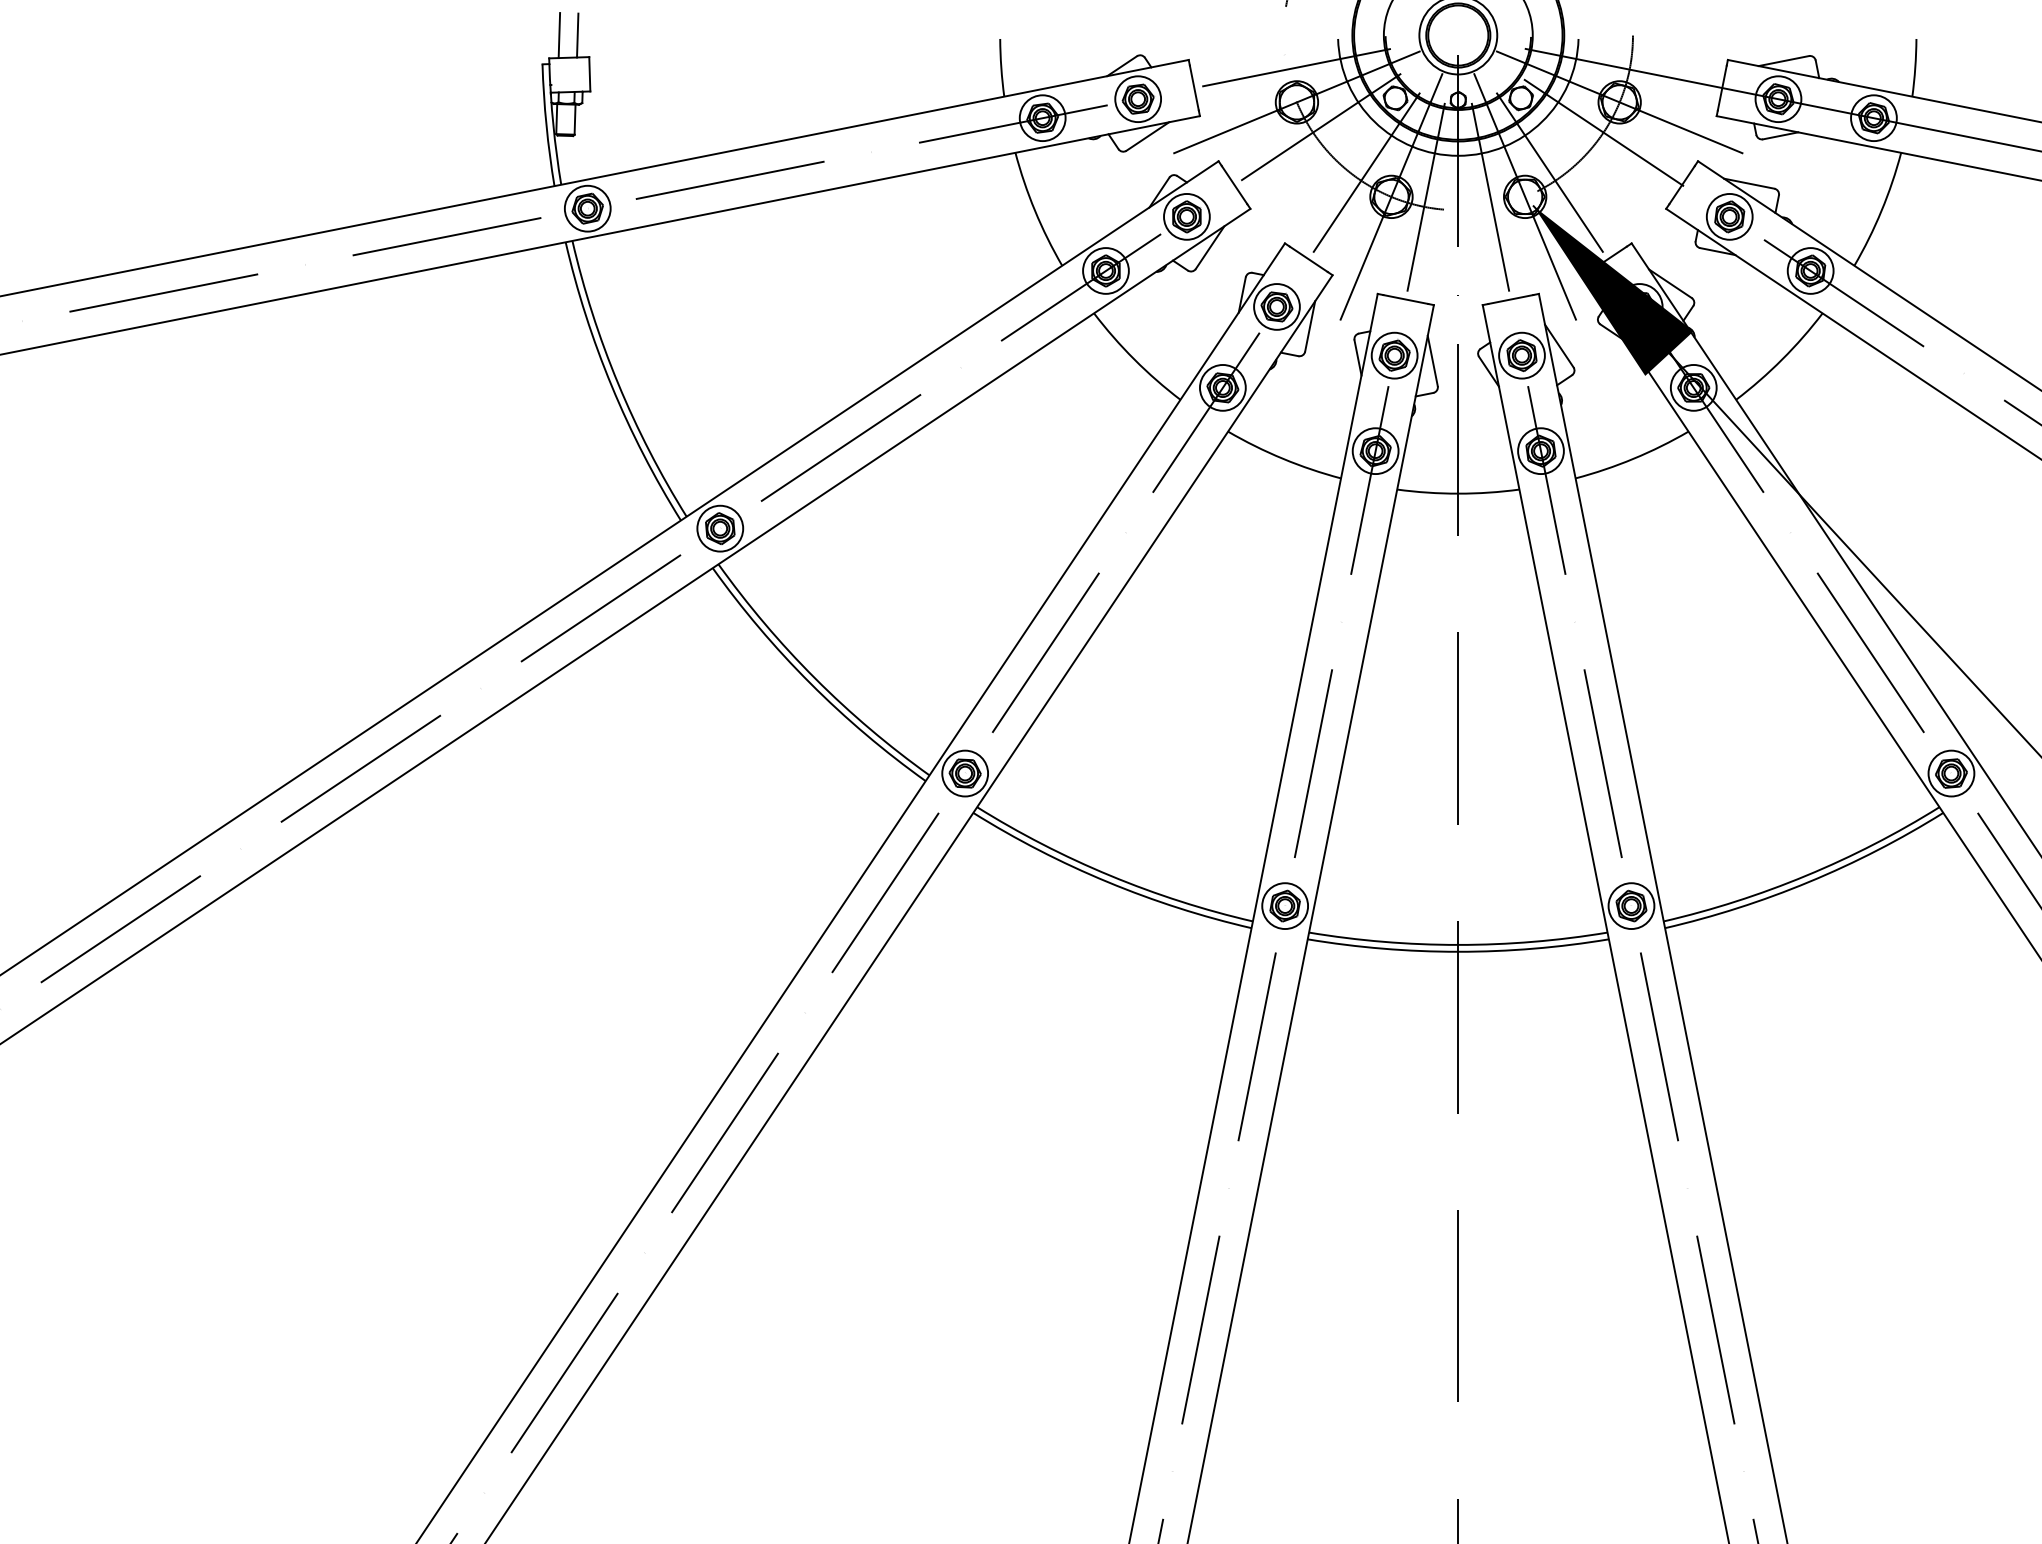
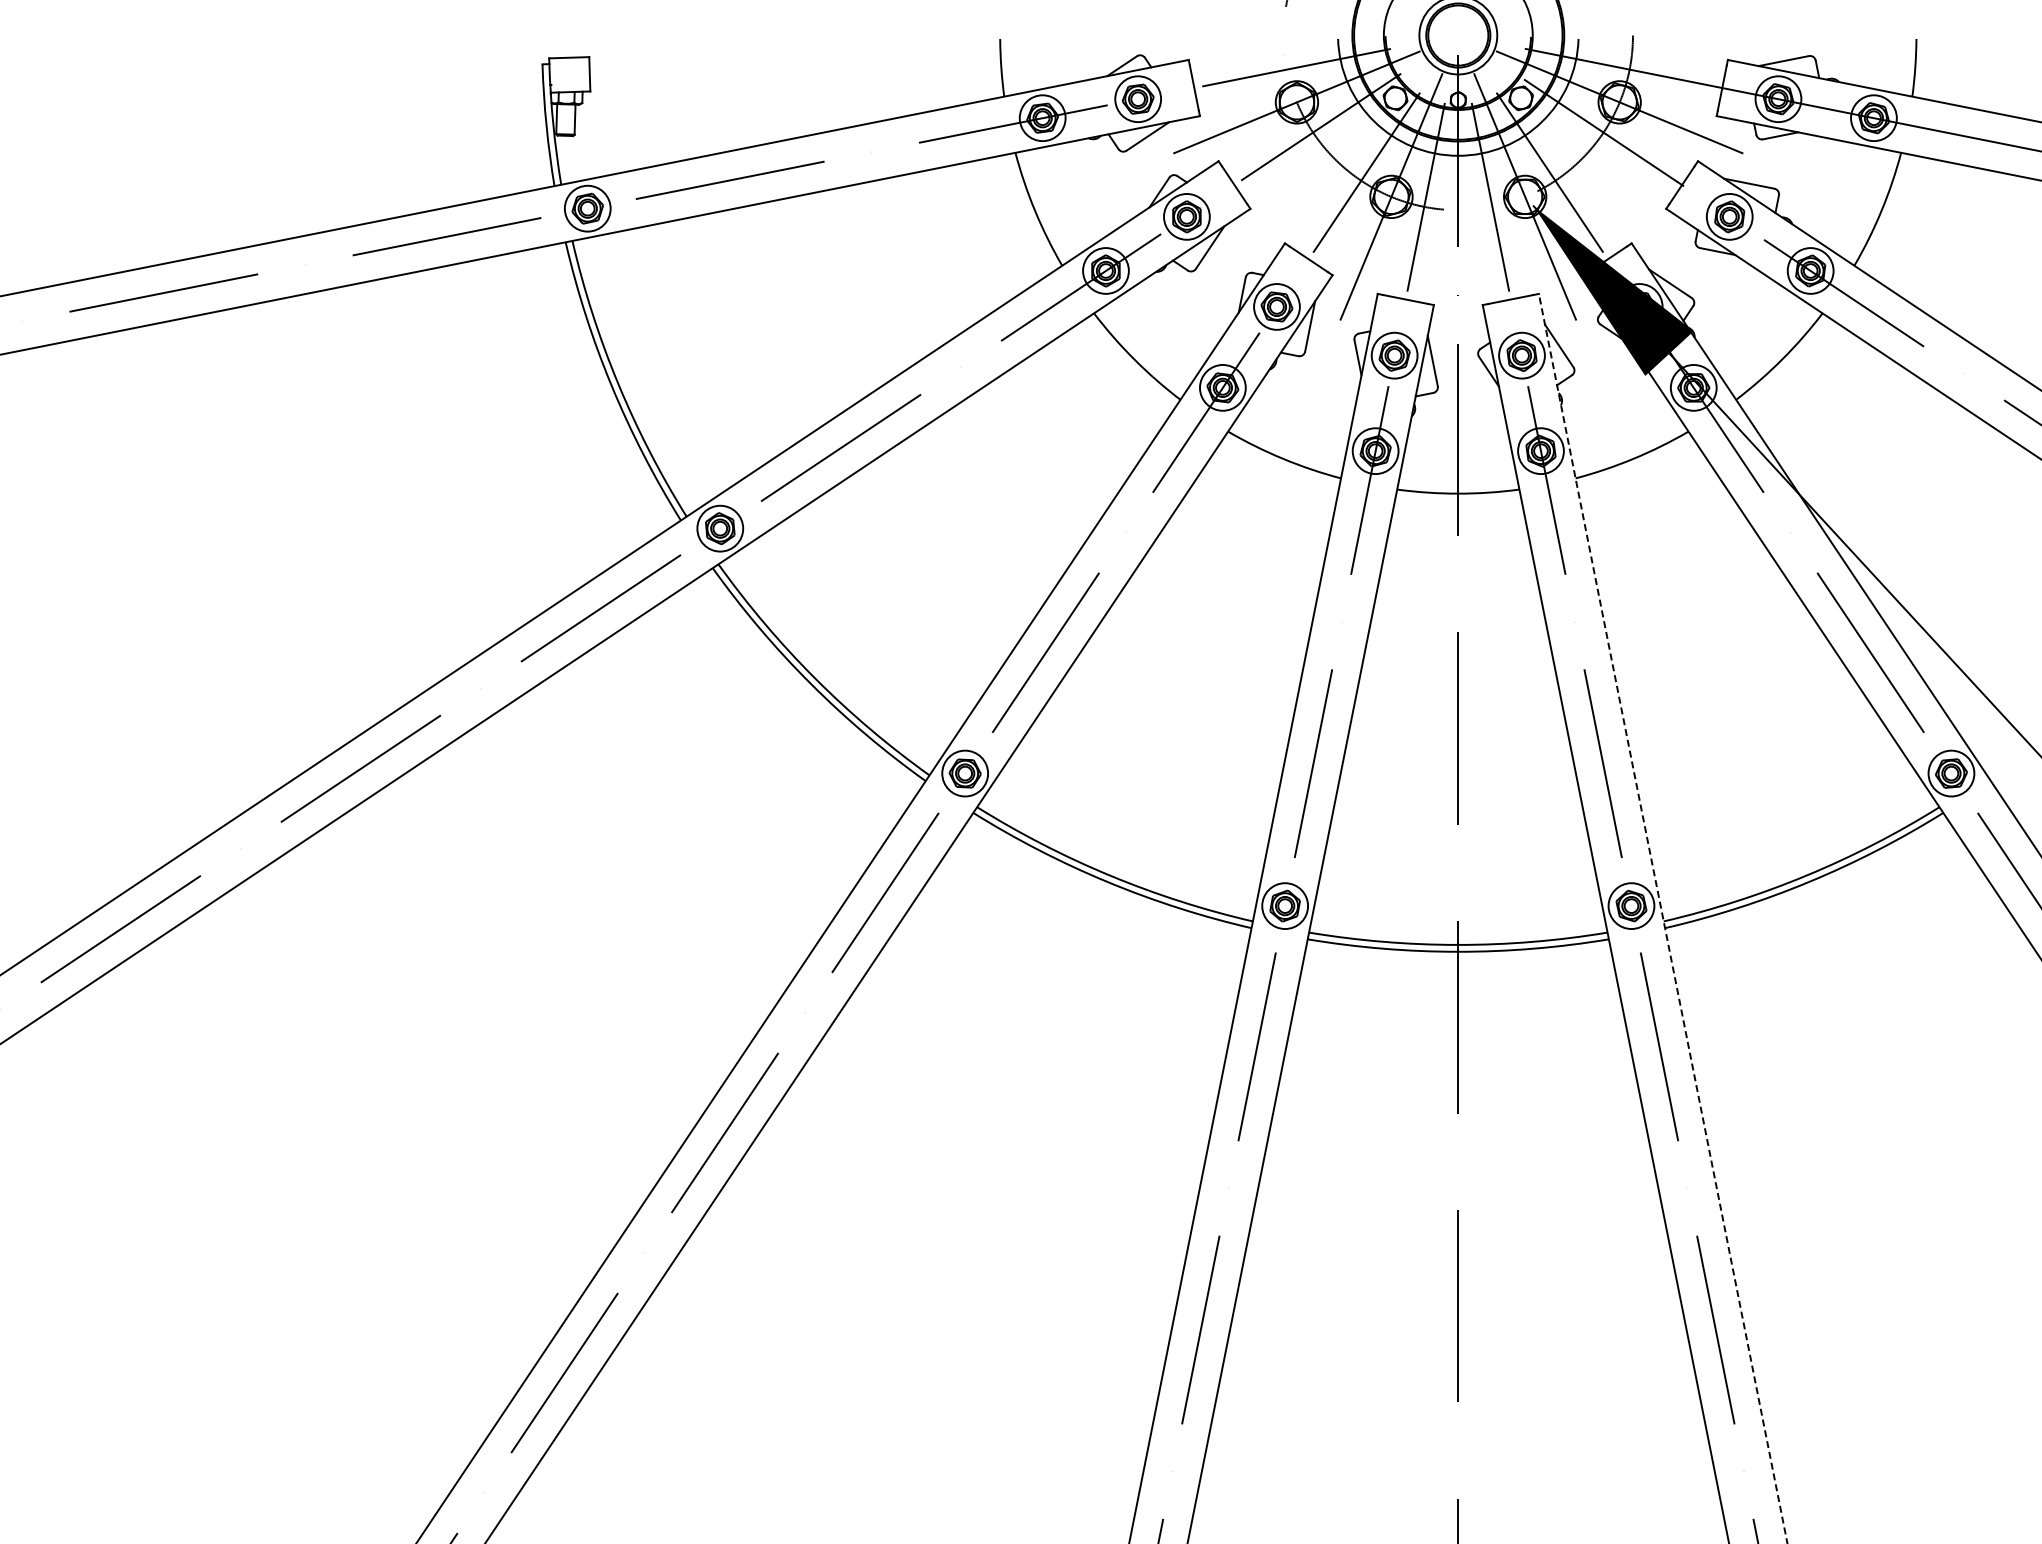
line at (559, 35): present -> none
line at (577, 35): present -> none
line at (1663, 918): solid -> dashed
